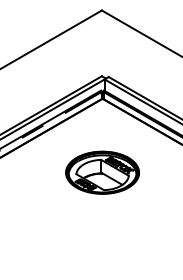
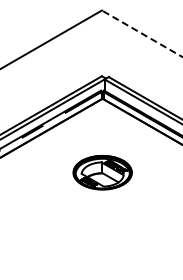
line at (141, 33): solid -> dashed
part at (102, 172) size: 76x45 px -> 61x36 px
